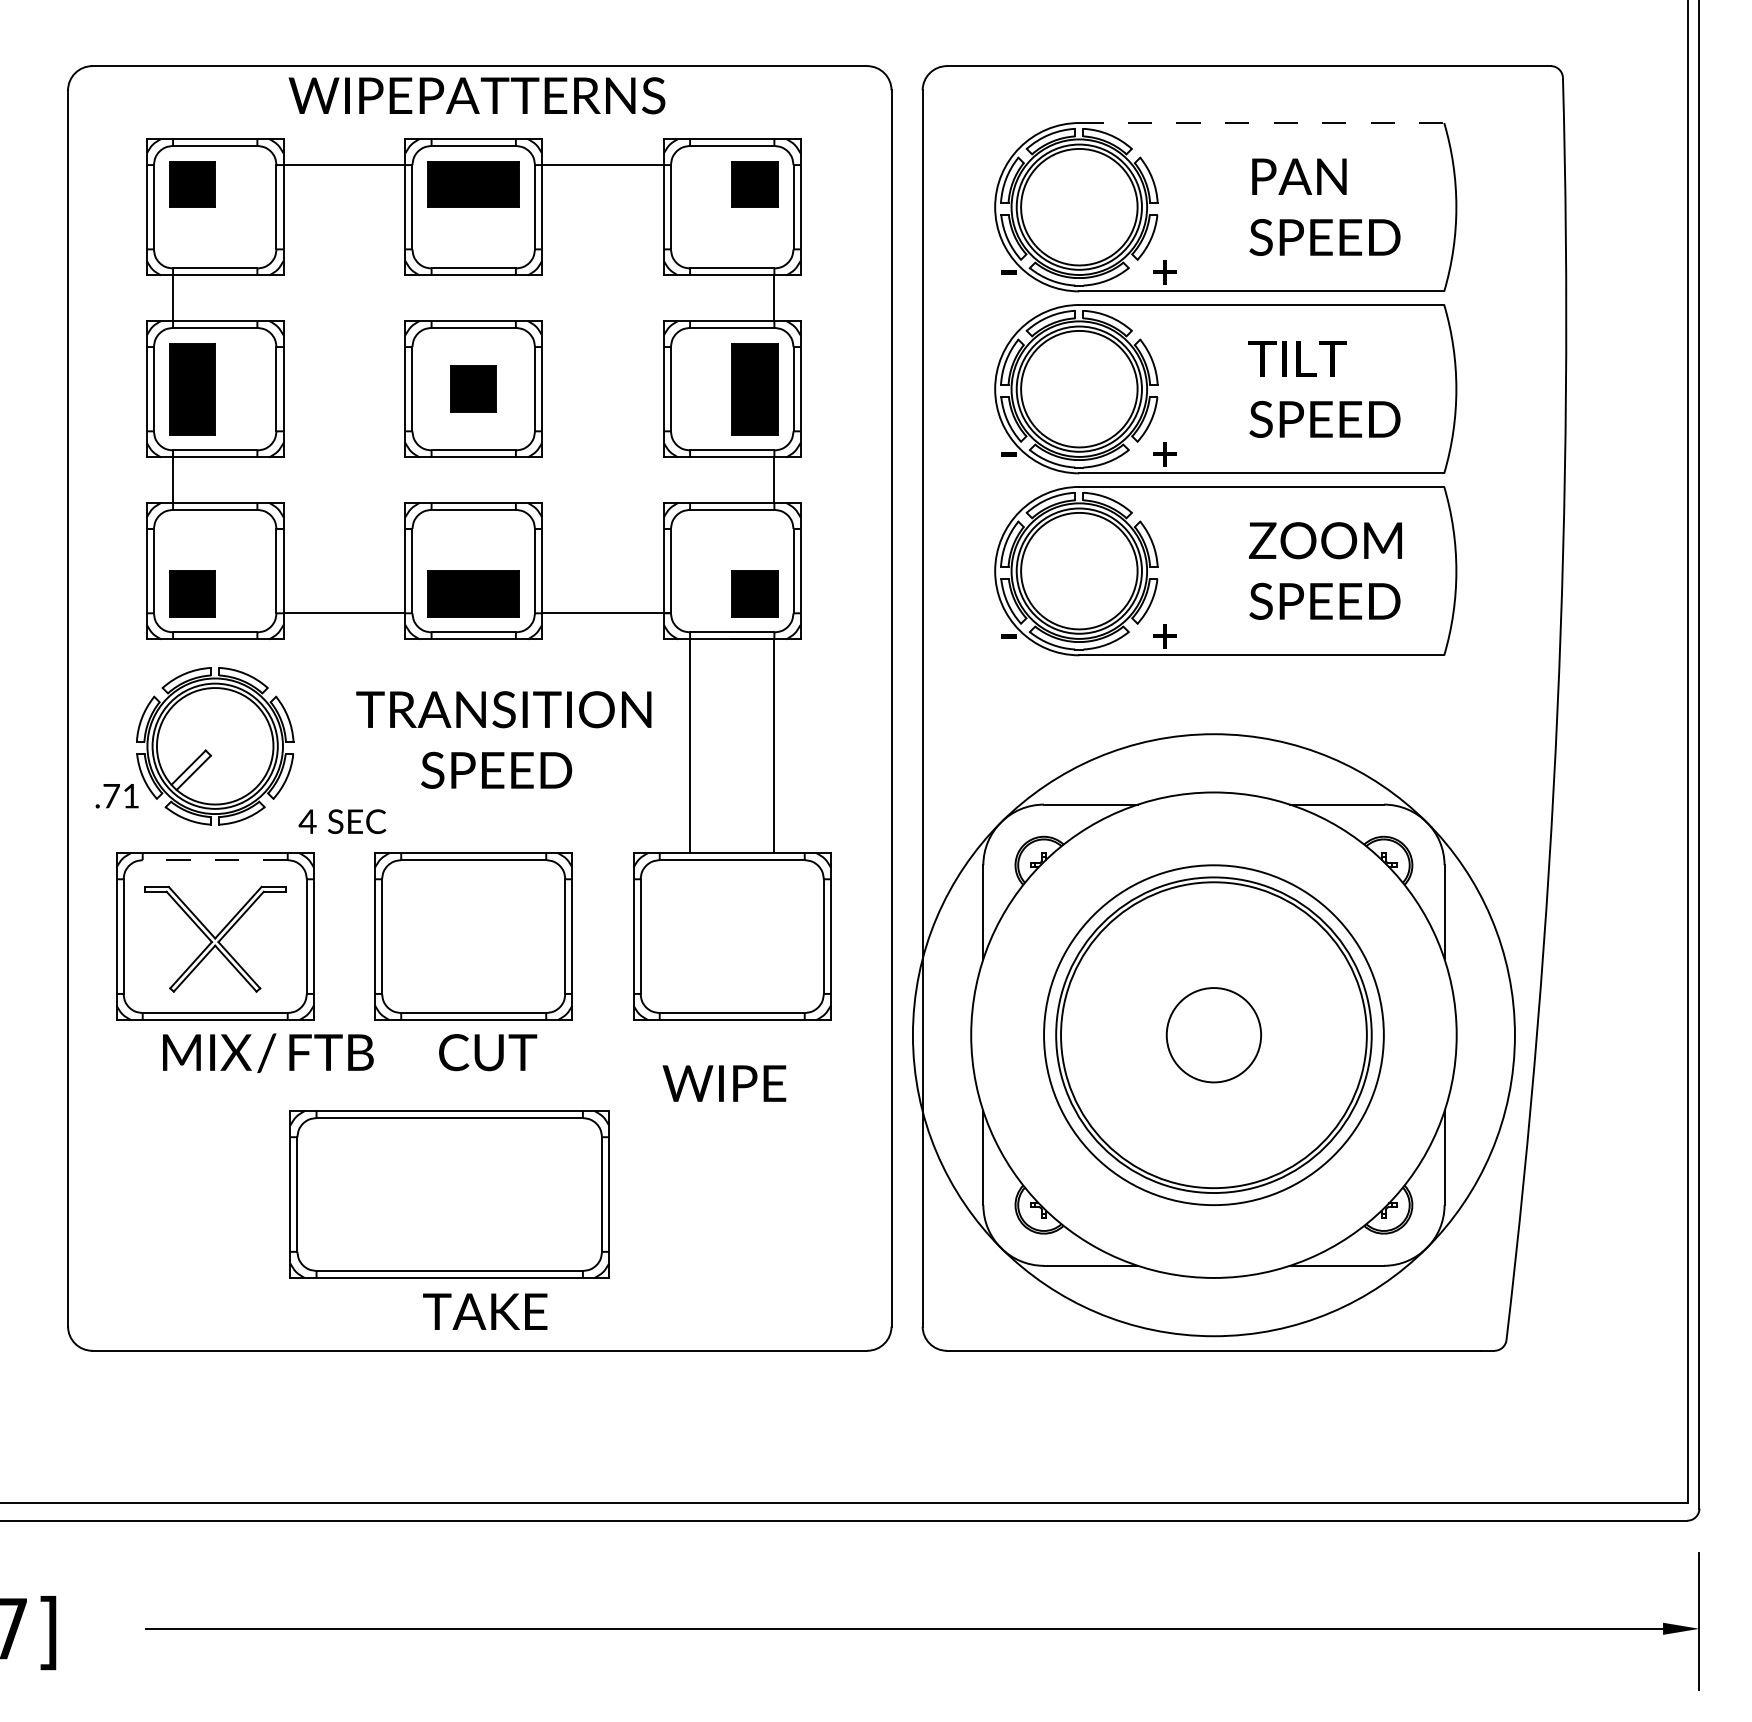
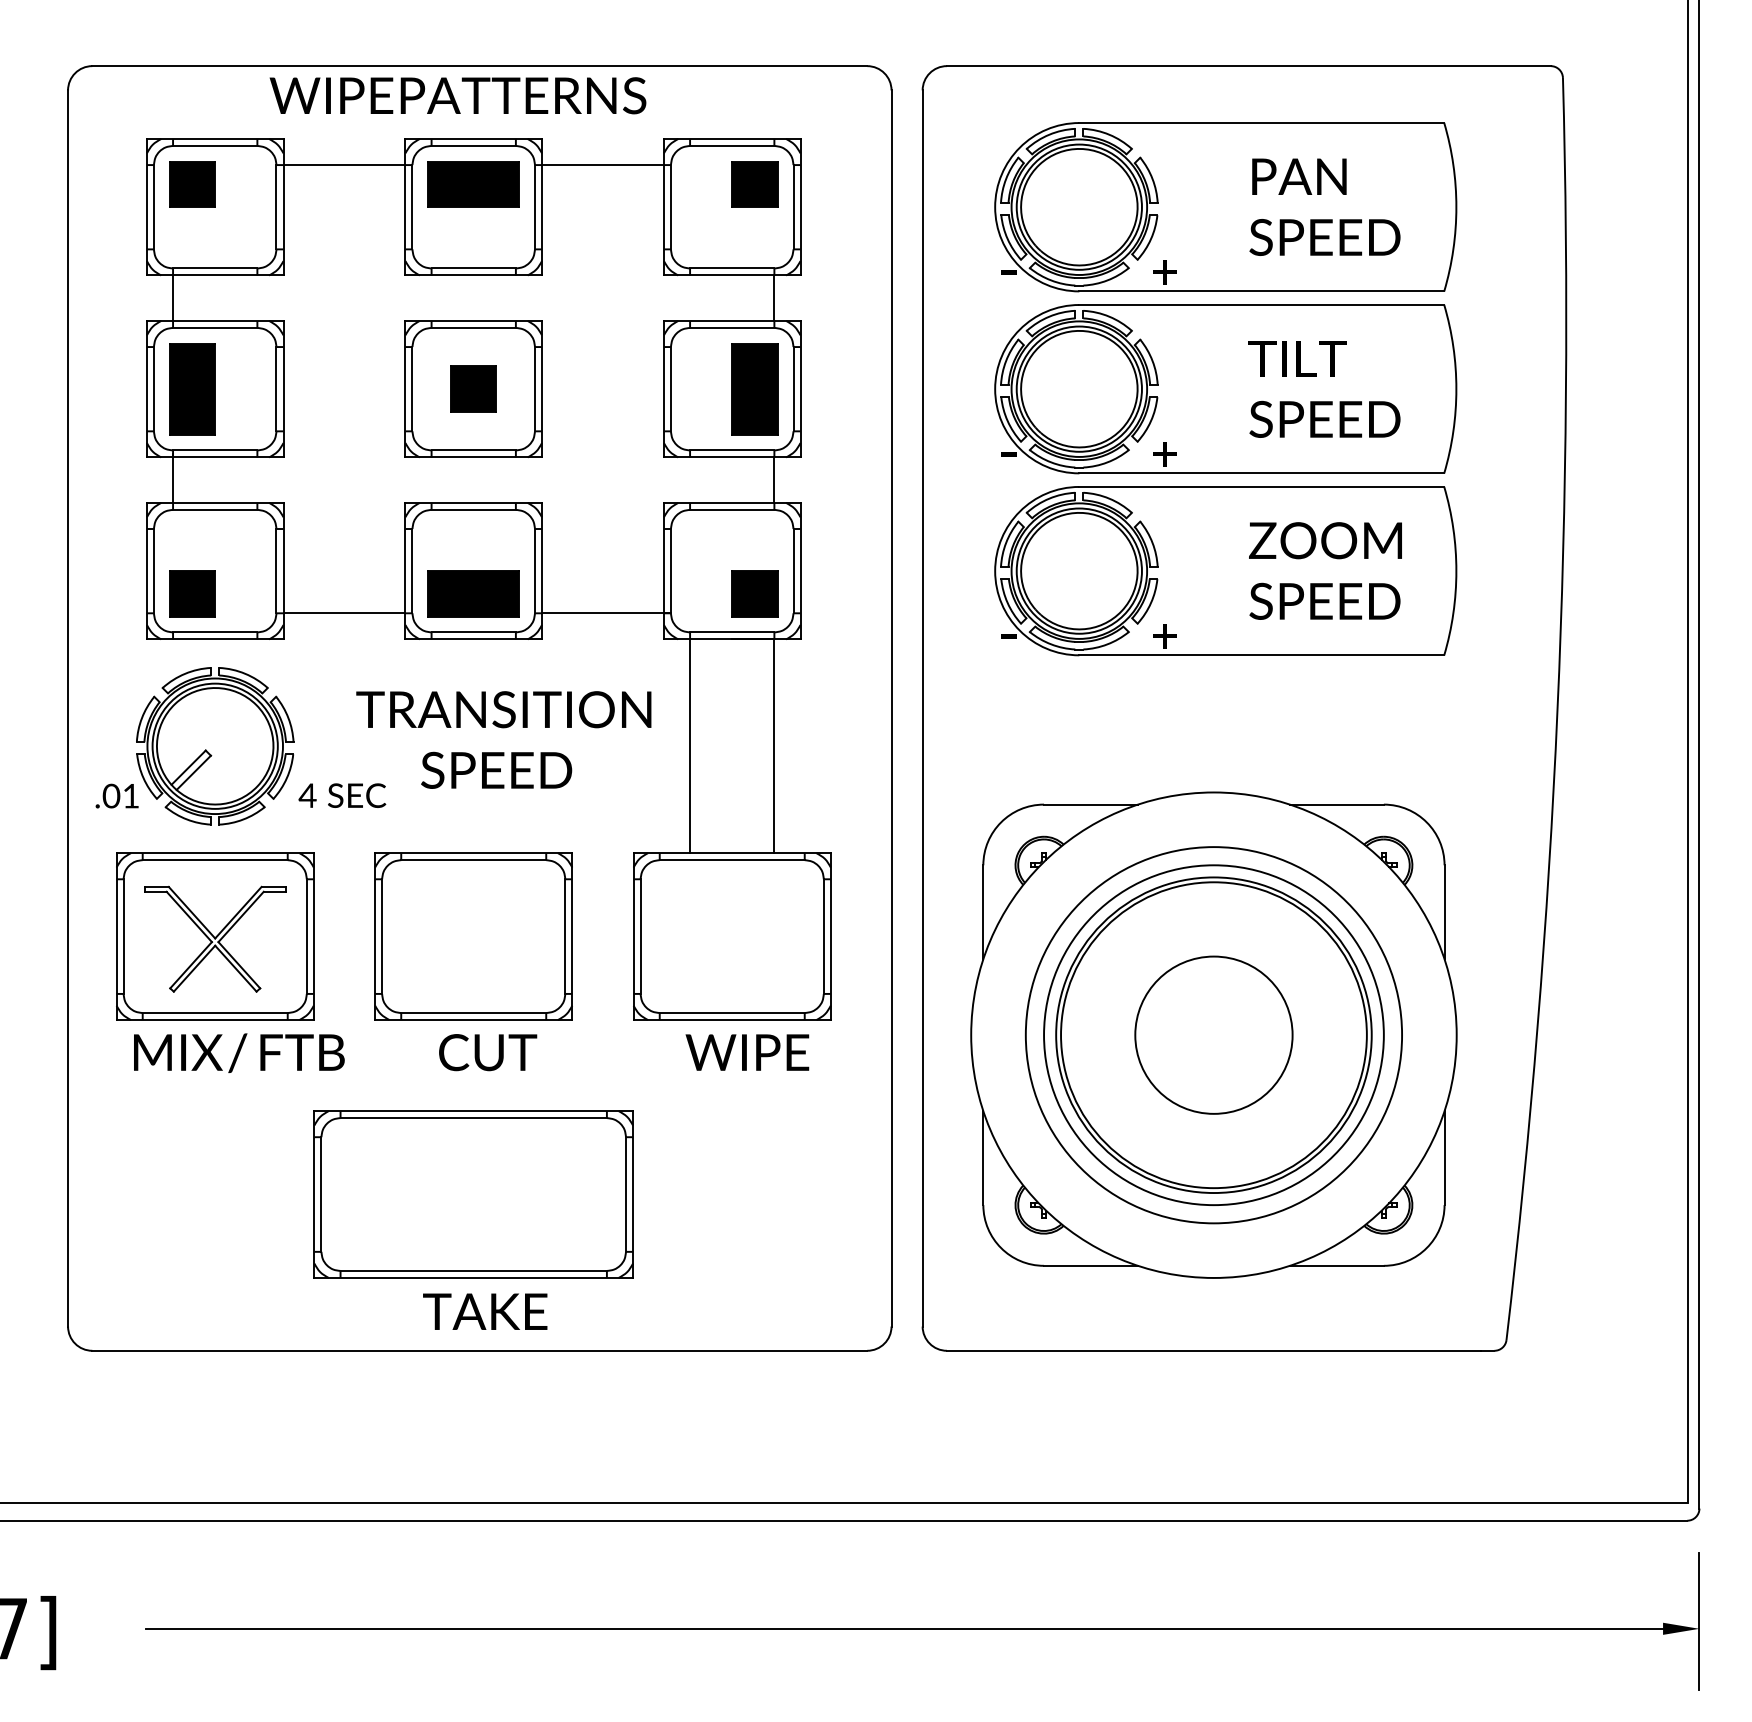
text at (476, 95) position: (476, 95) -> (457, 95)
line at (1262, 123): dashed -> solid
text at (111, 795): .71 -> .01
text at (342, 821) position: (342, 821) -> (342, 795)
line at (215, 860): dashed -> solid
circle at (1213, 1035) diameter: 602 px -> 376 px
circle at (1213, 1035) diameter: 94 px -> 157 px
text at (268, 1052) position: (268, 1052) -> (239, 1052)
text at (724, 1083) position: (724, 1083) -> (747, 1052)
part at (449, 1194) position: (449, 1194) -> (473, 1194)
